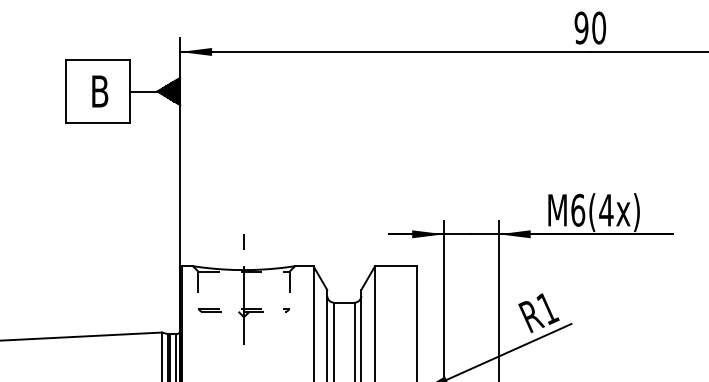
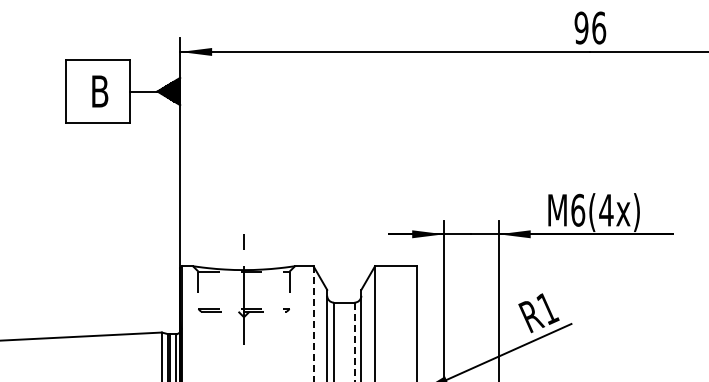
text at (599, 27): 90 -> 96
line at (313, 323): solid -> dashed
line at (354, 342): solid -> dashed
